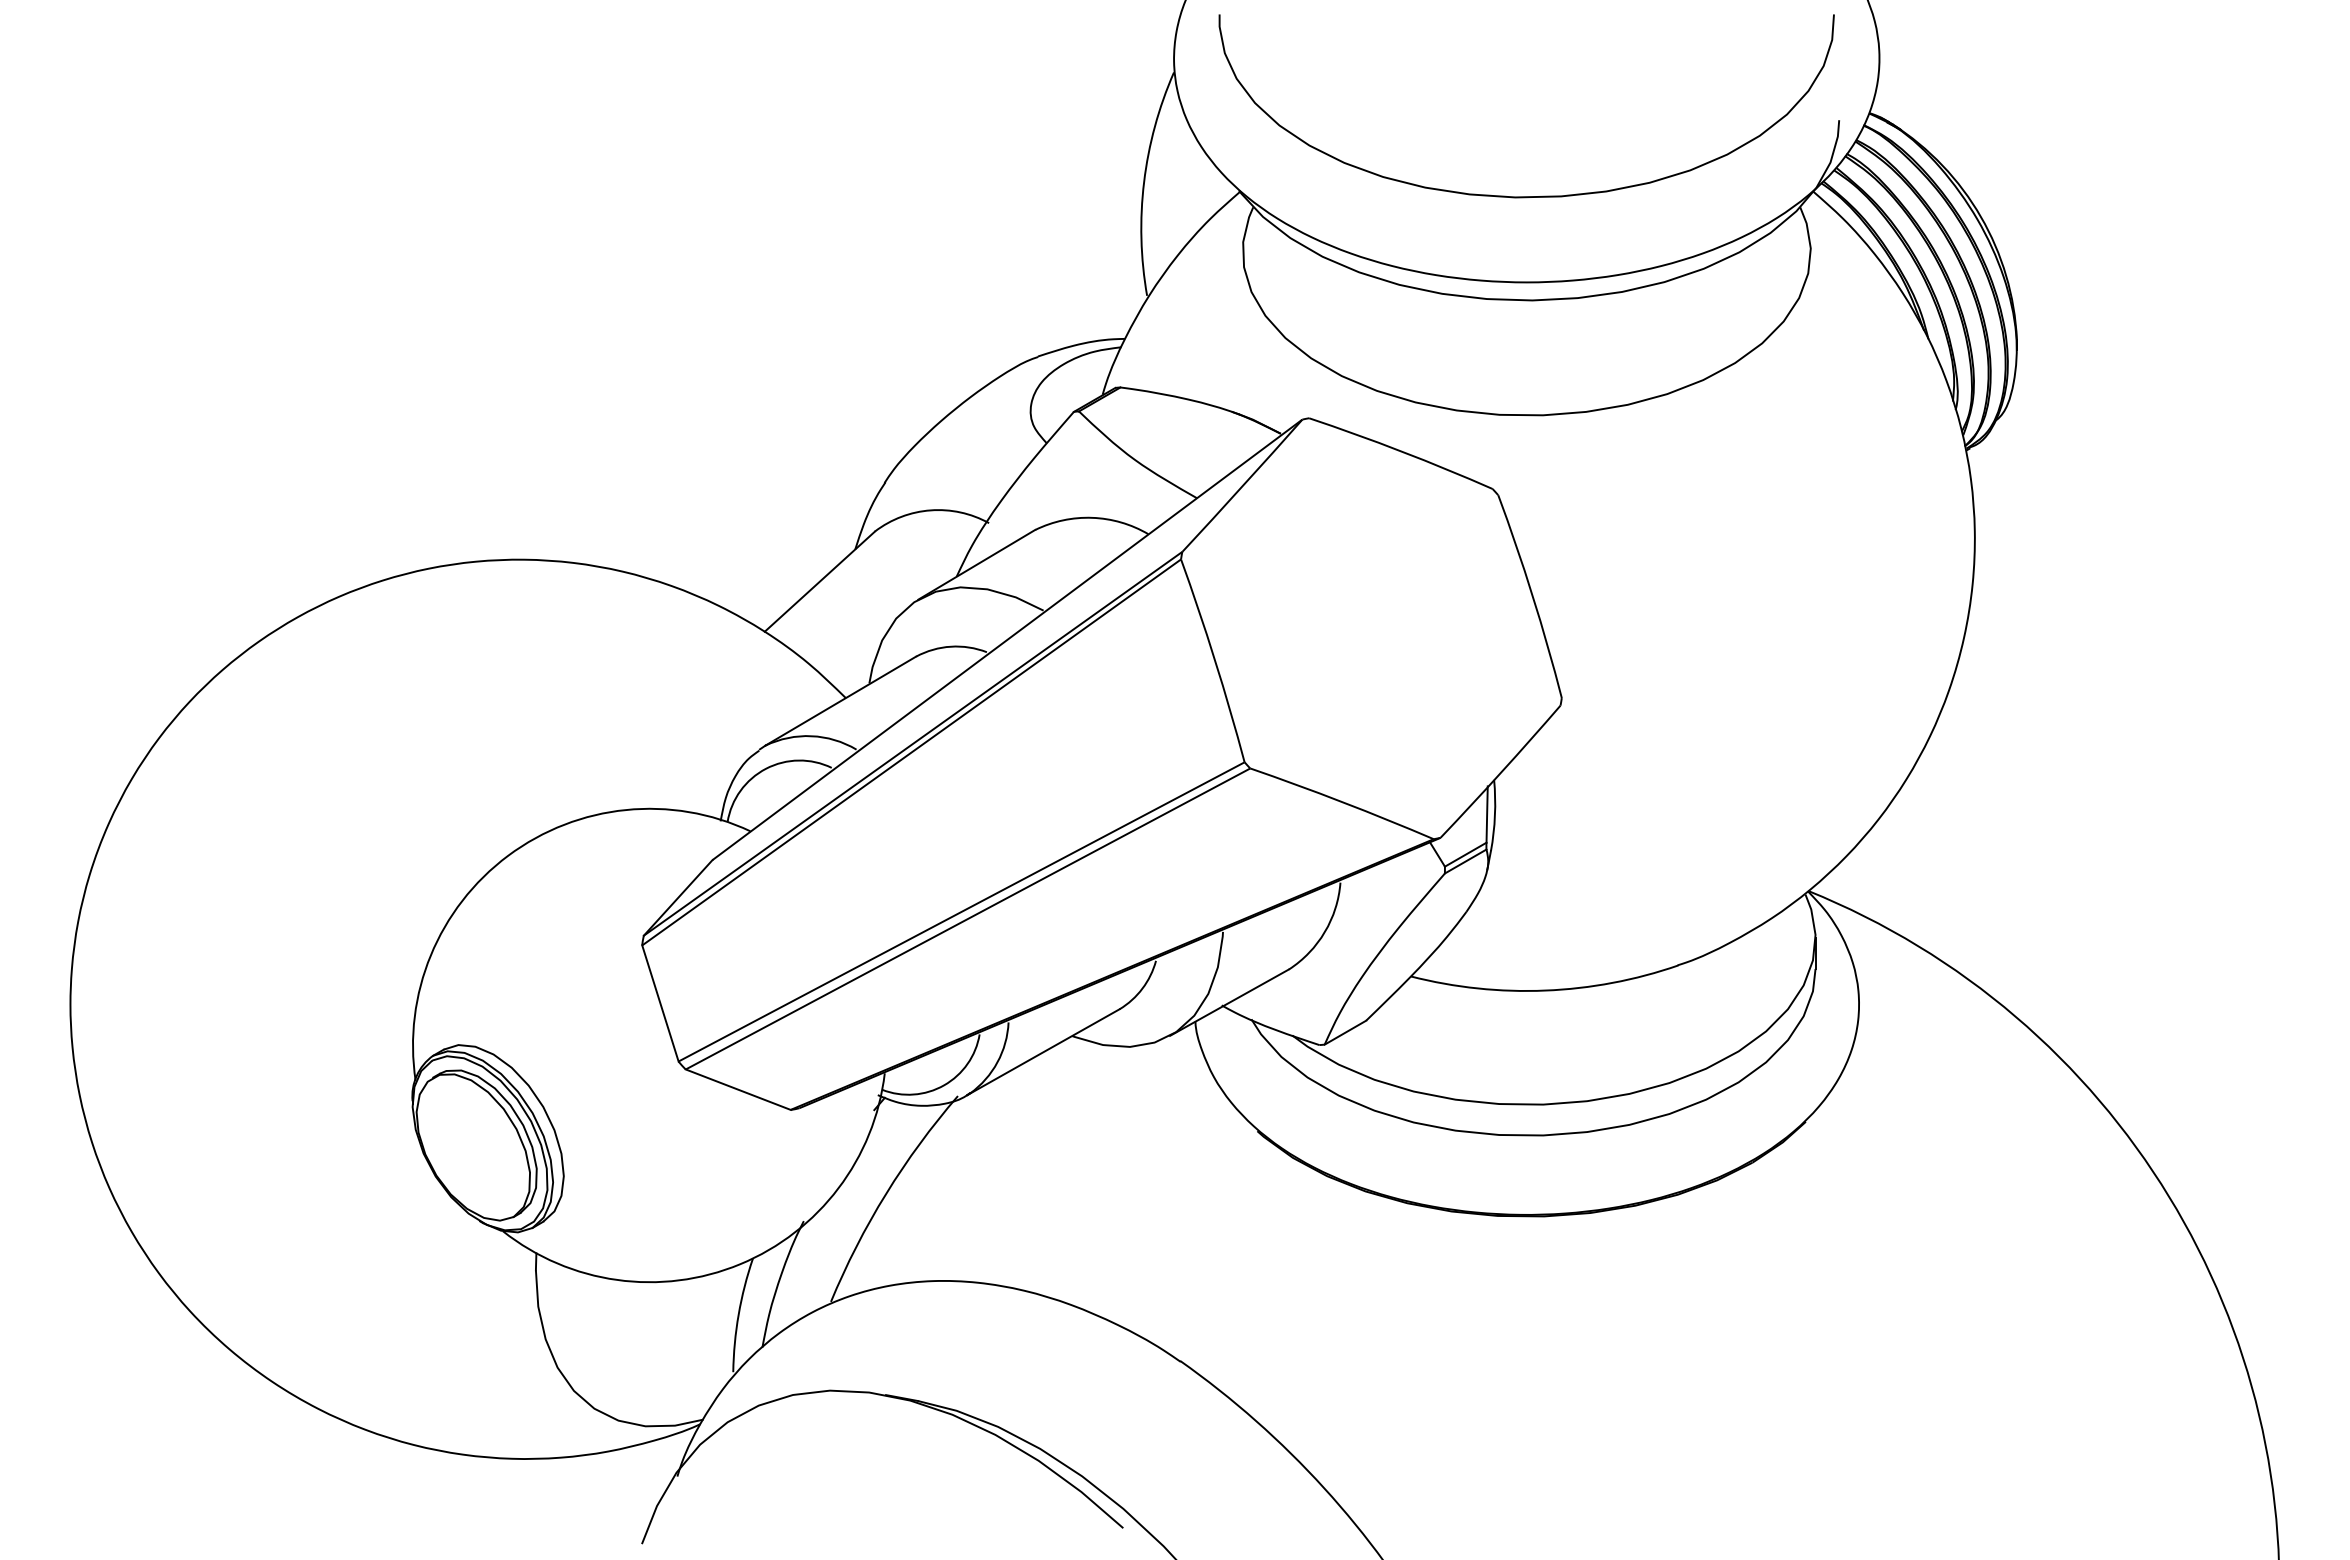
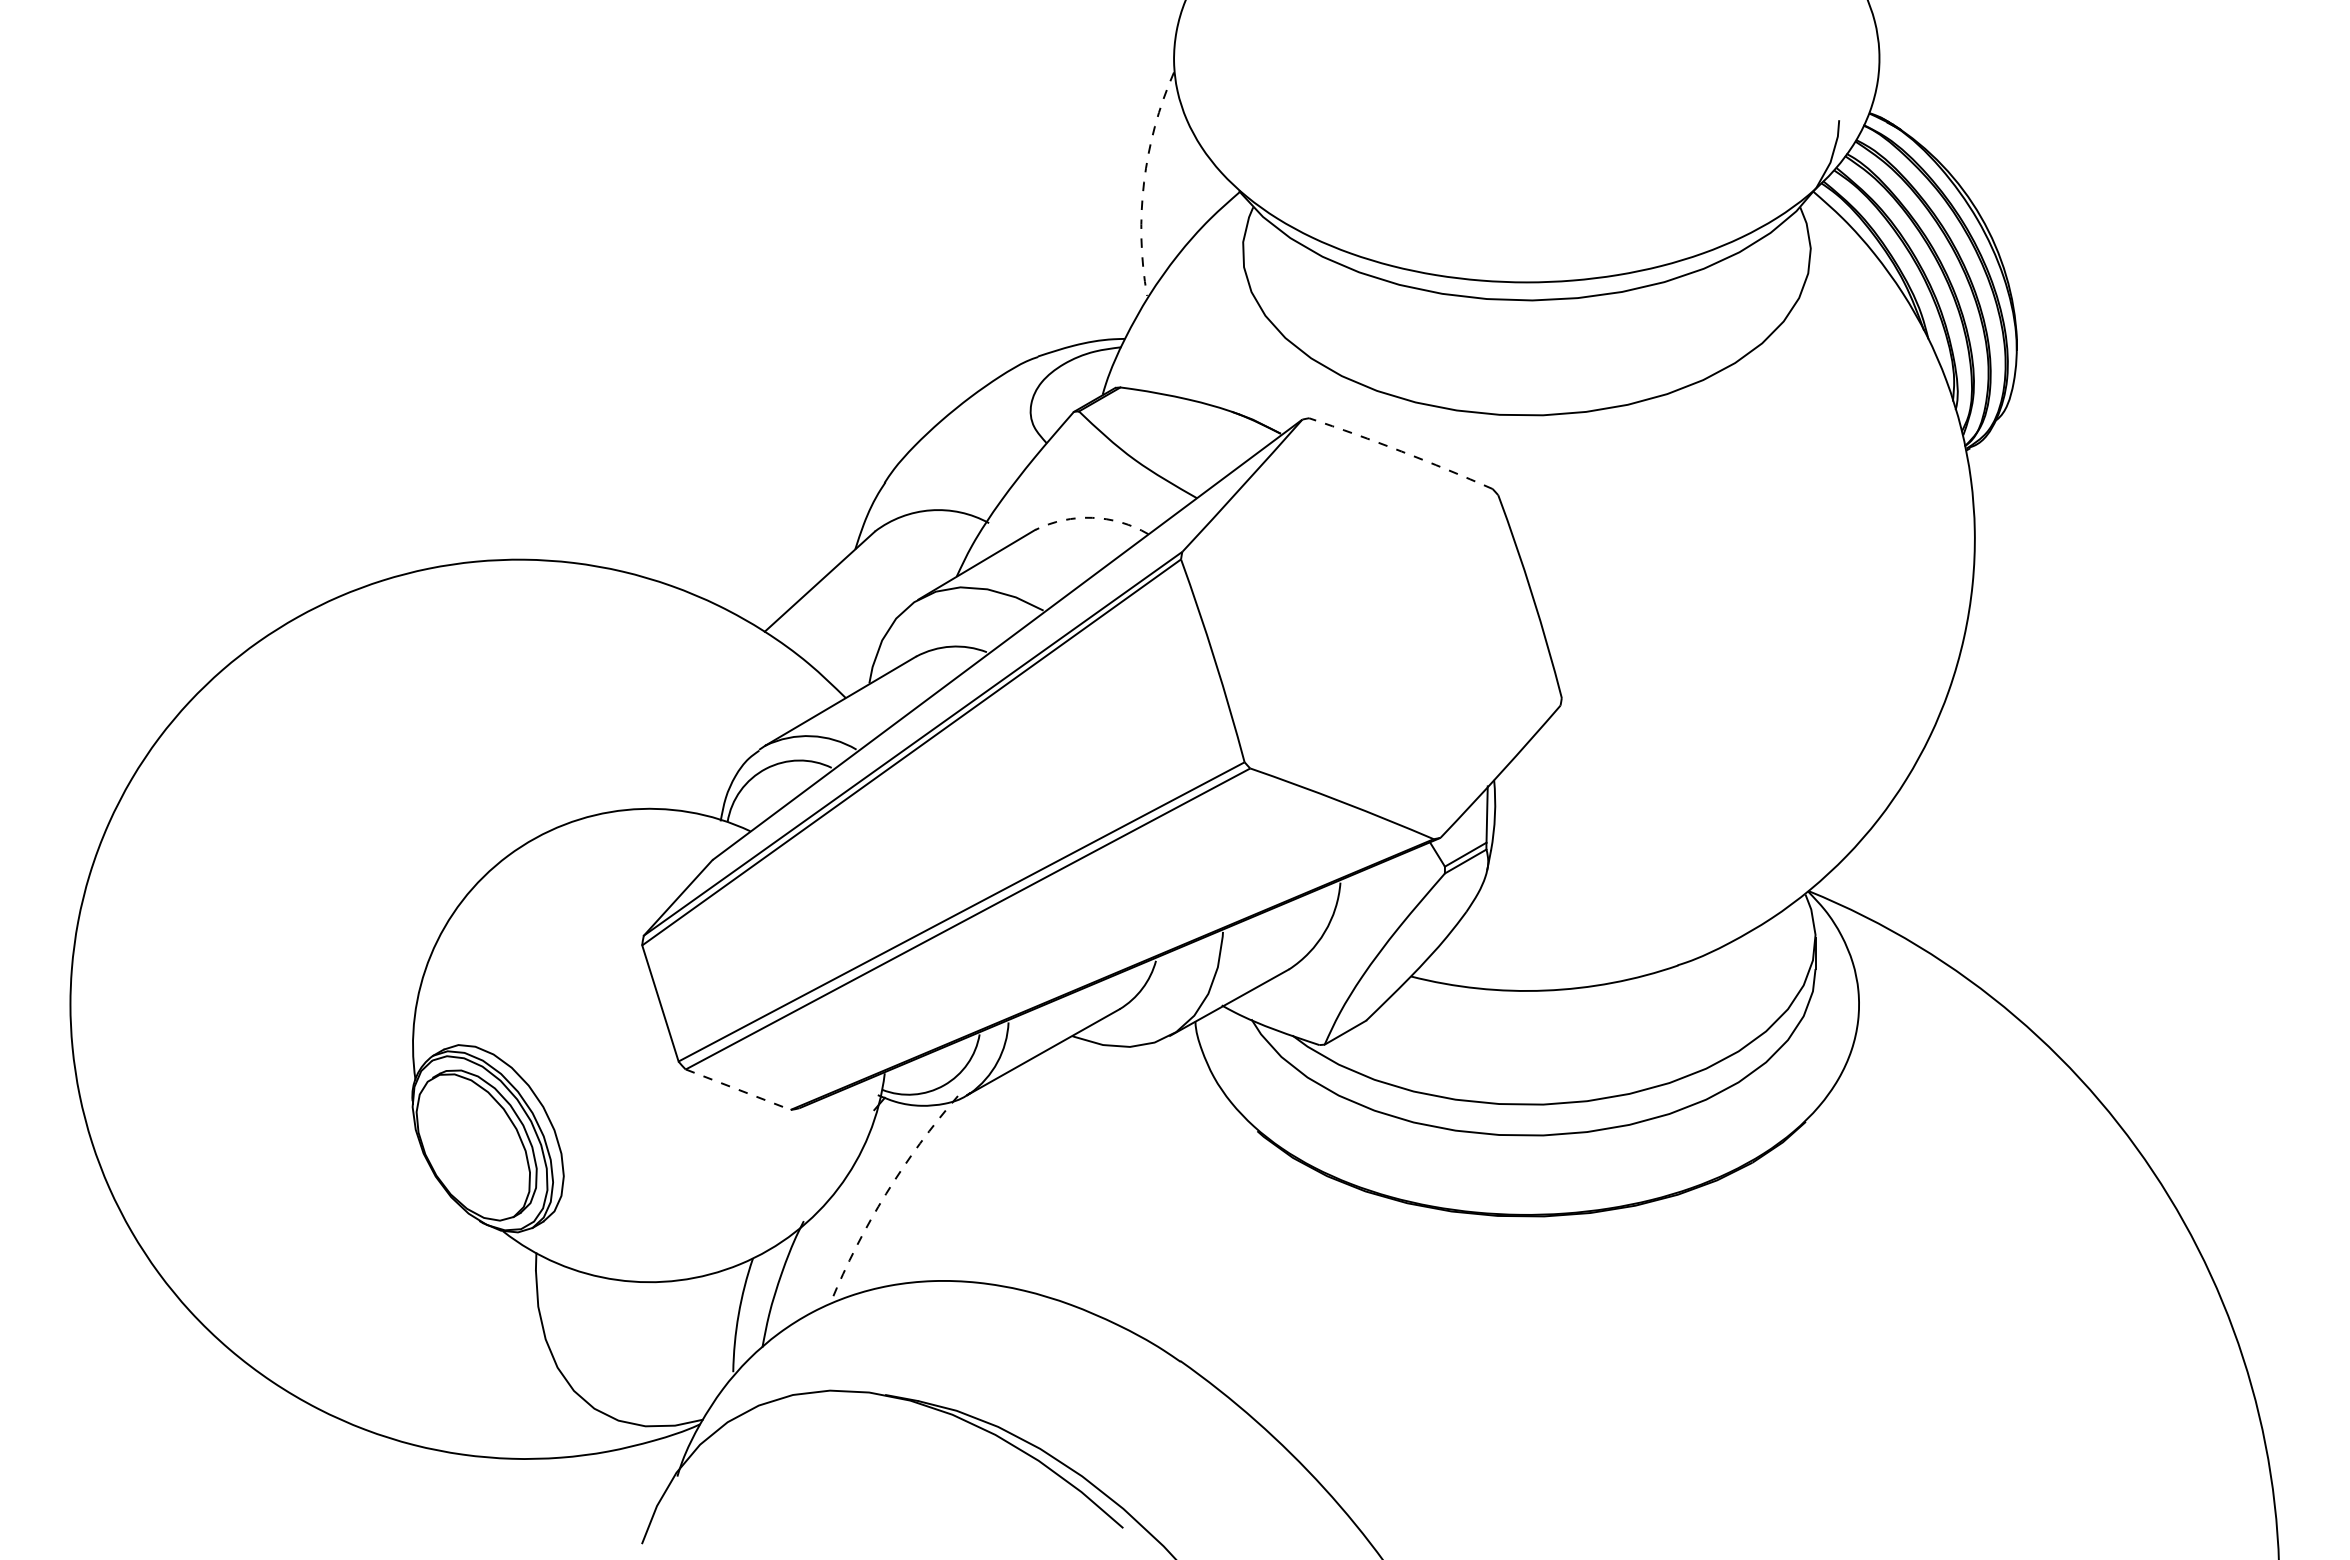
arc at (1144, 182): solid -> dashed
curve at (1526, 196): present -> none
arc at (1401, 451): solid -> dashed
arc at (1092, 517): solid -> dashed
line at (738, 1089): solid -> dashed
arc at (886, 1193): solid -> dashed
